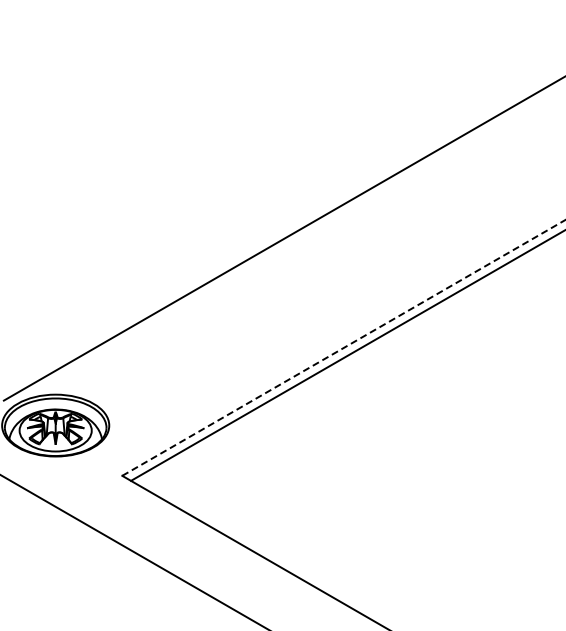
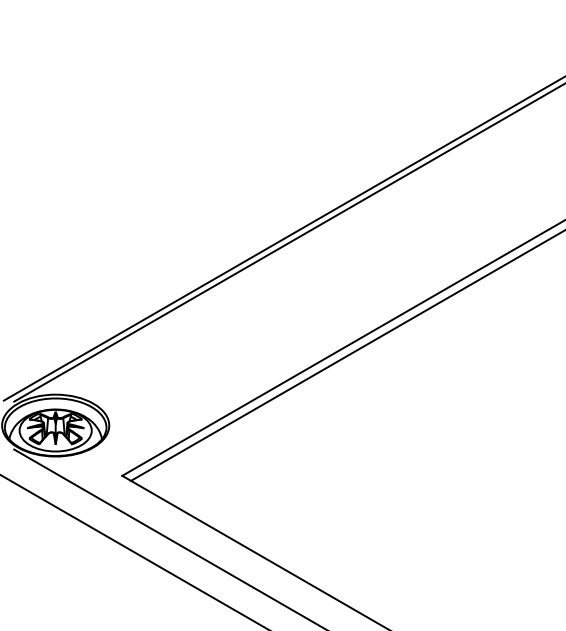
line at (288, 242): none -> present
line at (344, 347): dashed -> solid
line at (168, 538): none -> present
